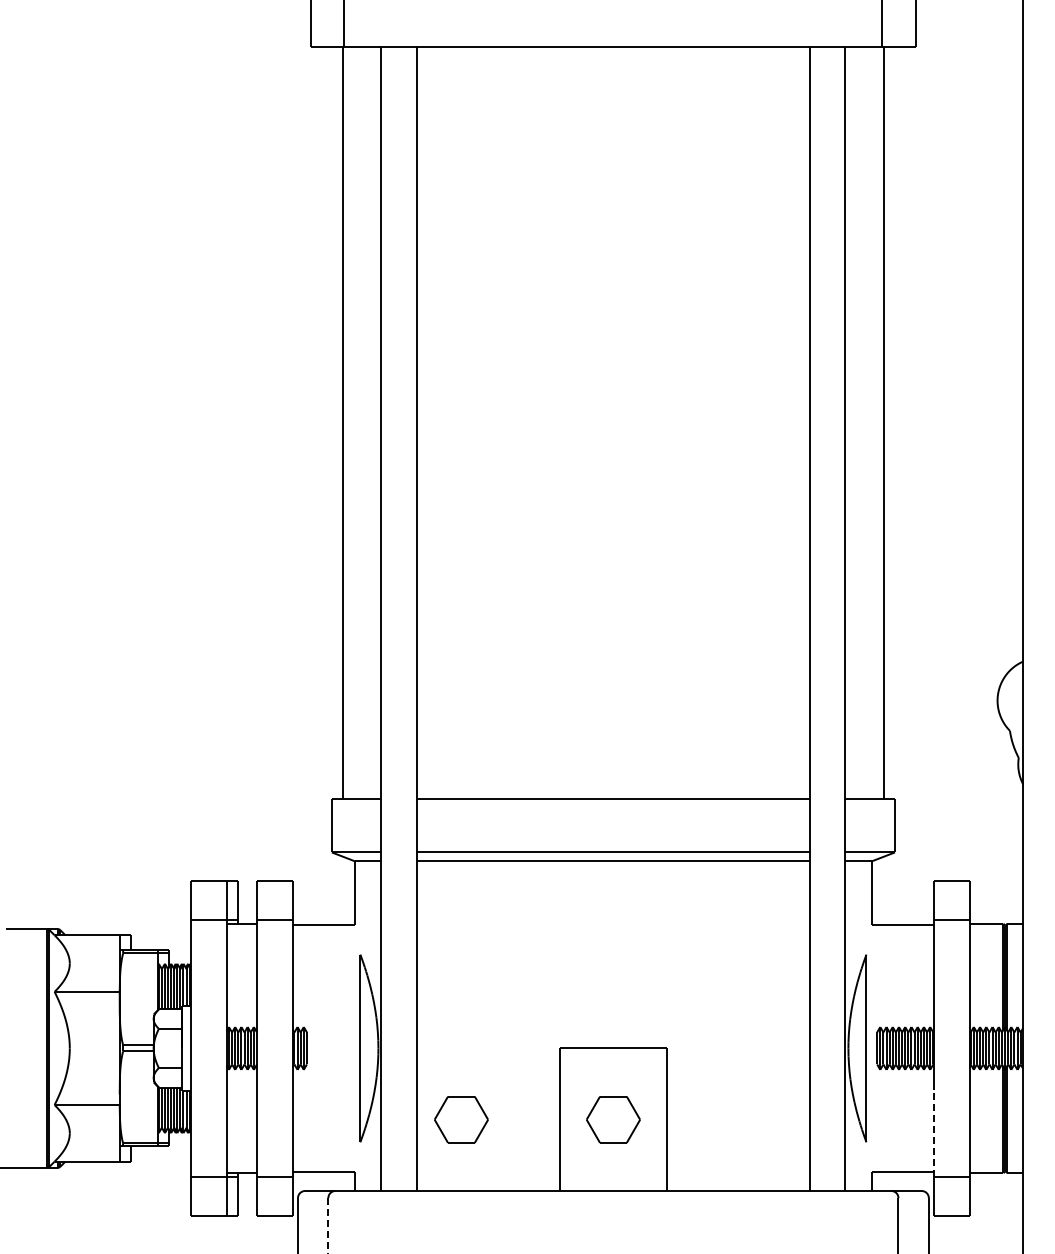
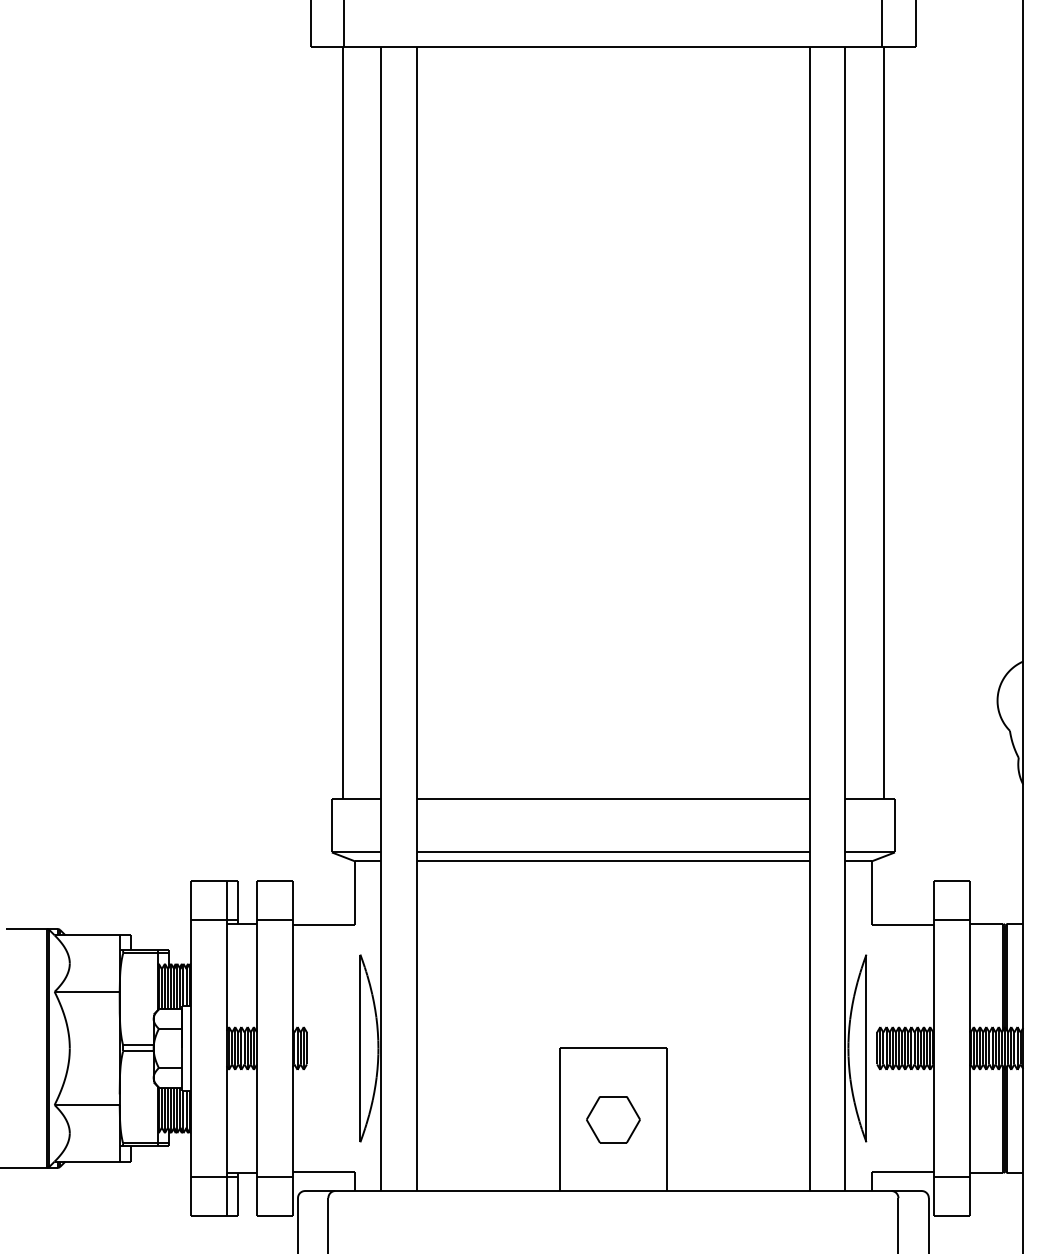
part at (461, 1119): present -> none
line at (934, 1133): dashed -> solid
line at (328, 1226): dashed -> solid
